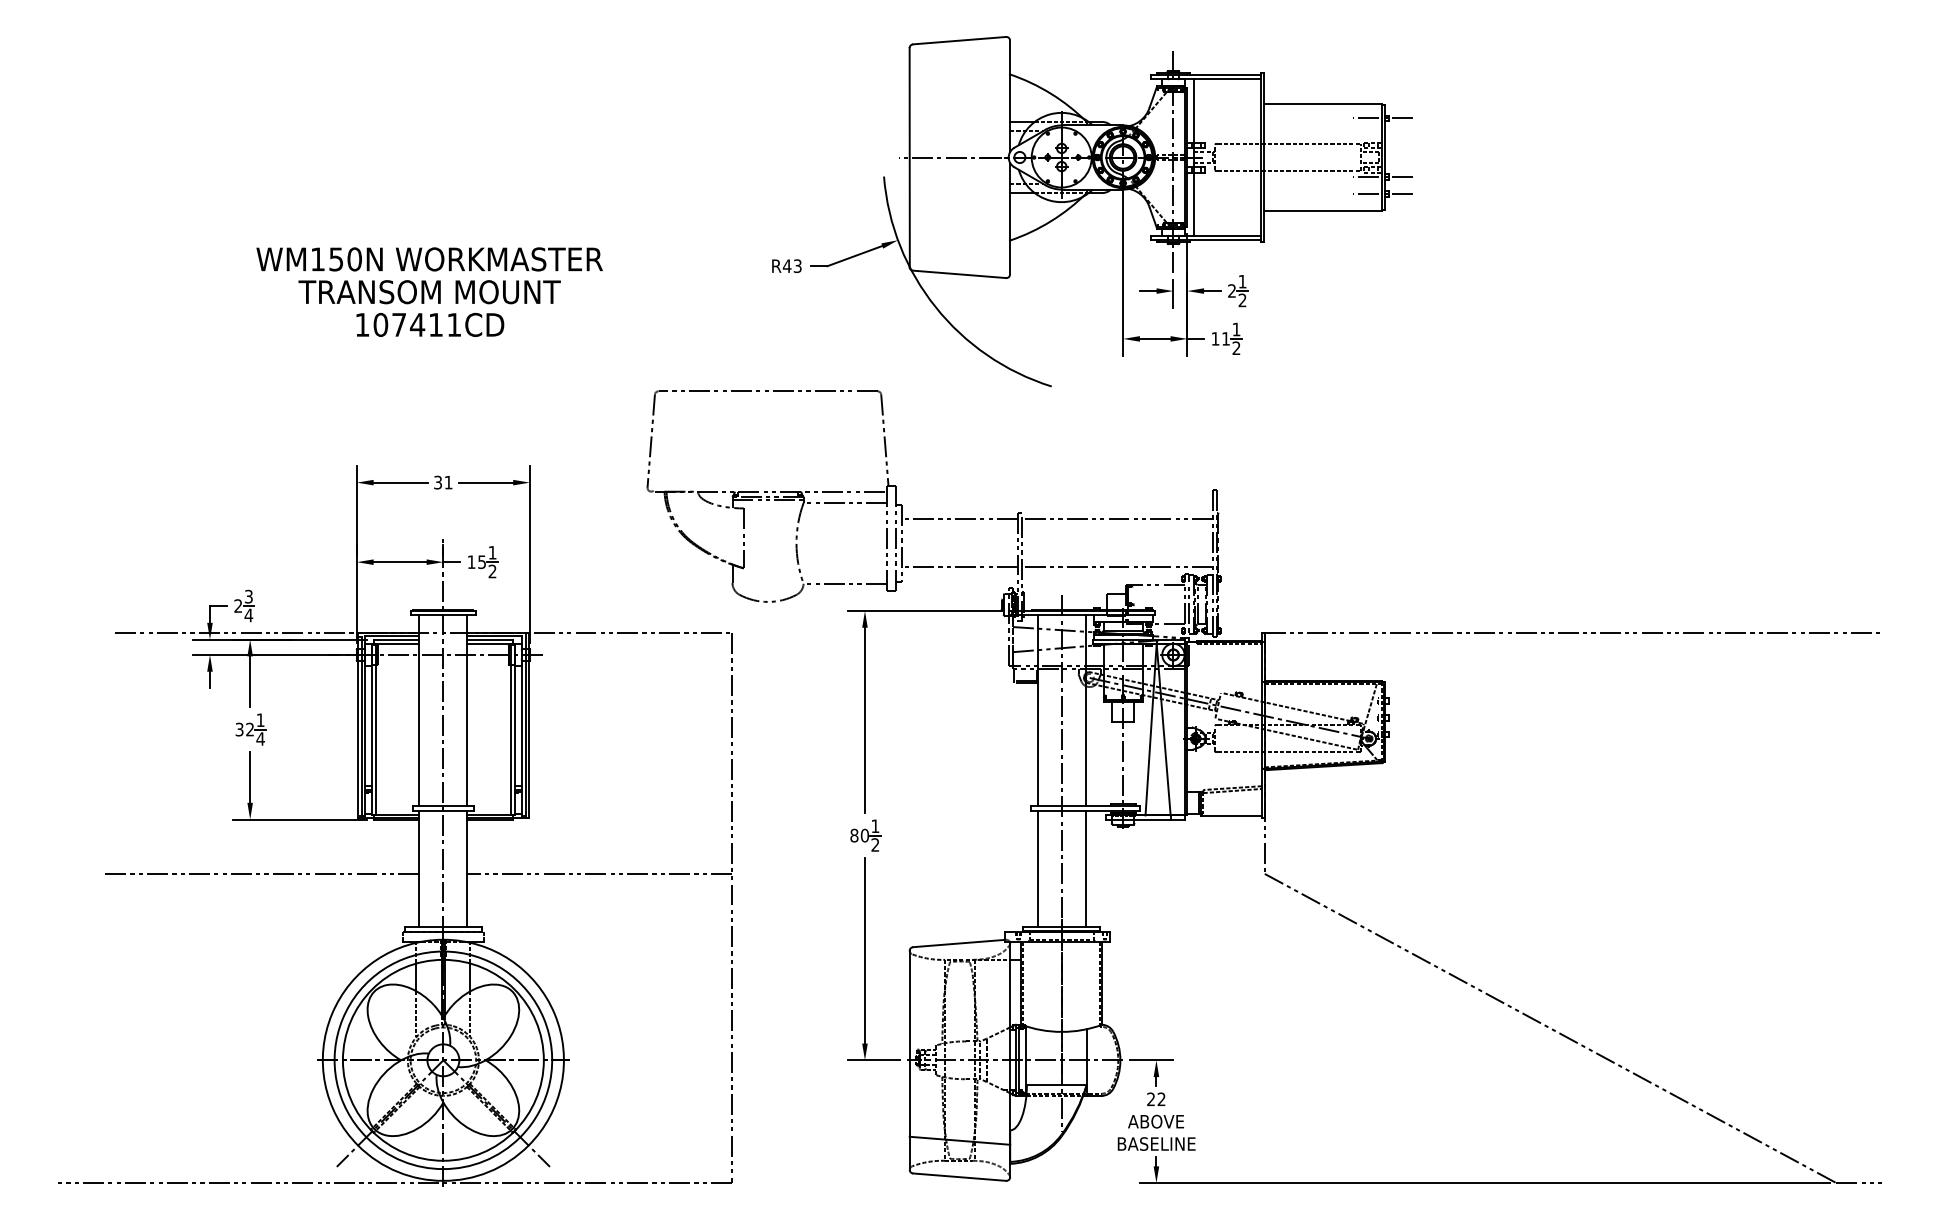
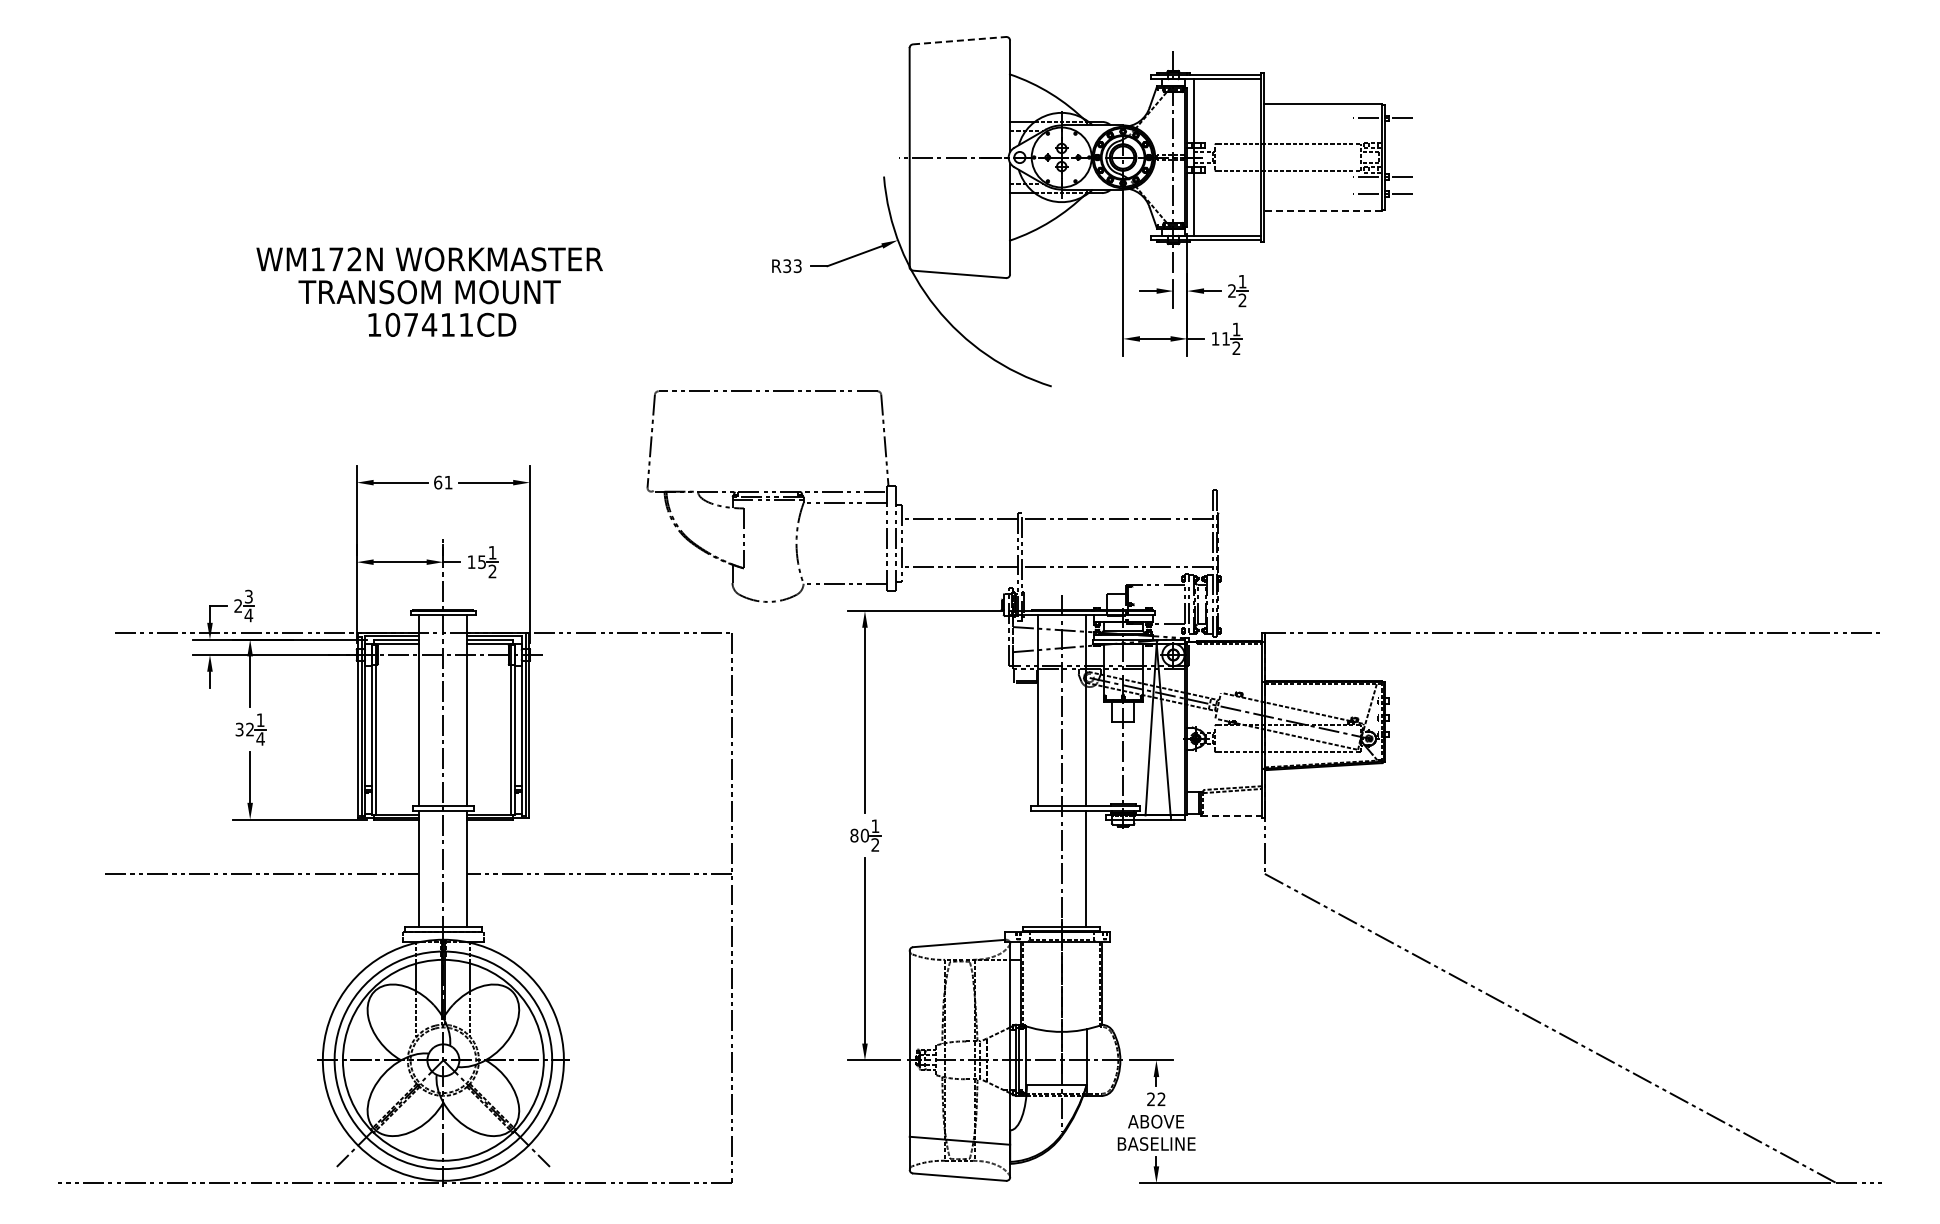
line at (959, 40): solid -> dashed
line at (1322, 211): solid -> dashed
text at (345, 259): WM150N -> WM172N
text at (786, 266): R43 -> R33
text at (430, 324) position: (430, 324) -> (442, 324)
text at (438, 482): 31 -> 61
line at (1232, 816): solid -> dashed
line at (1037, 868): present -> none
